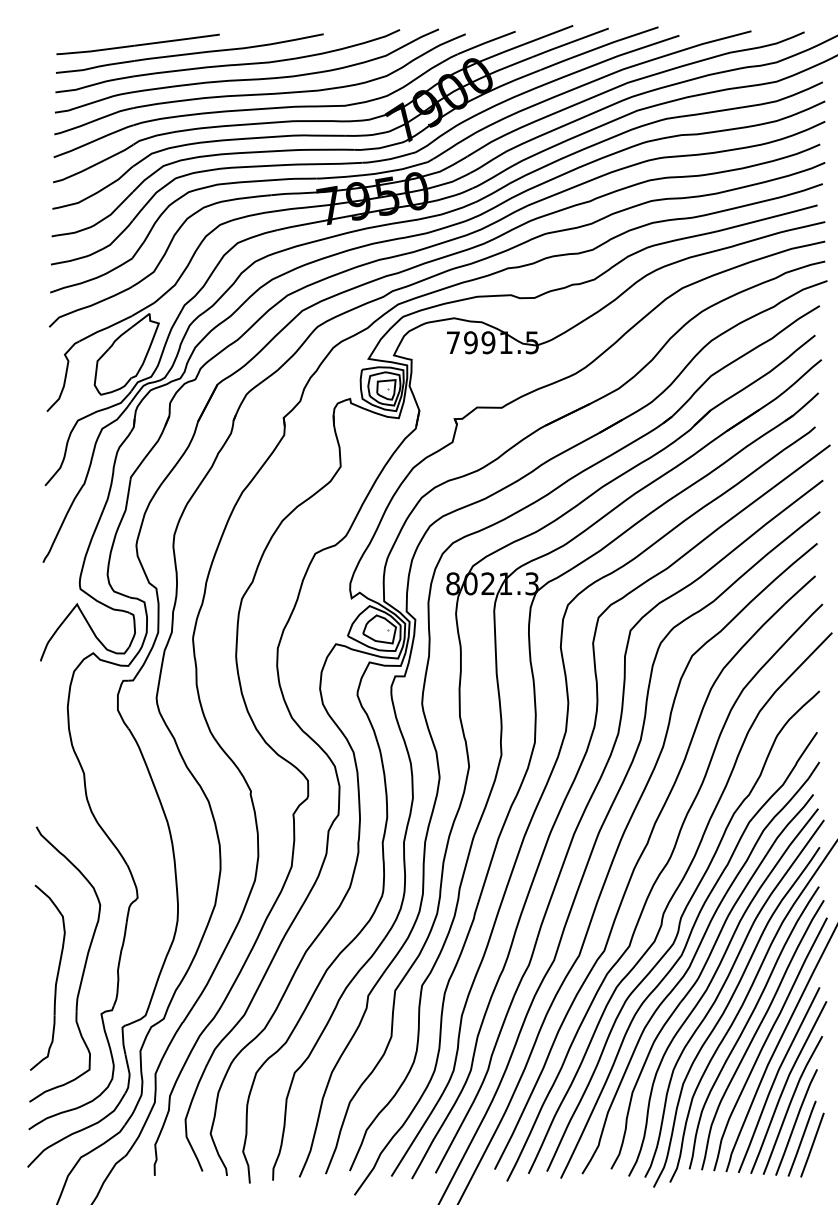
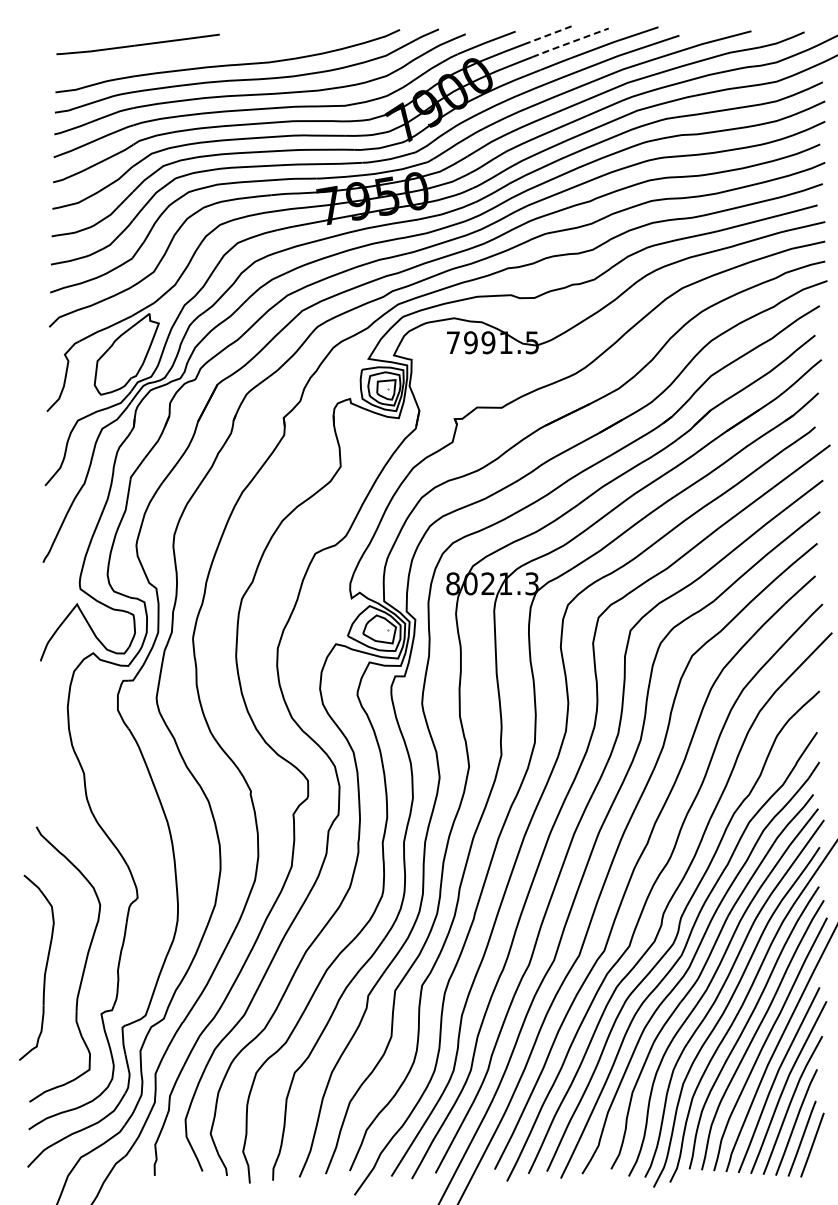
line at (549, 34): solid -> dashed
line at (569, 42): solid -> dashed
part at (189, 53): present -> none
part at (55, 980) position: (55, 980) -> (44, 970)
